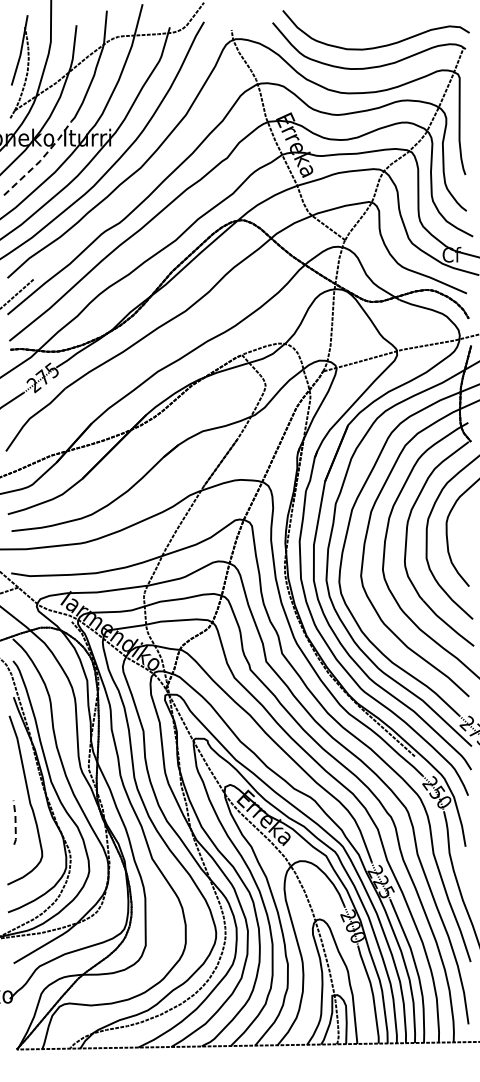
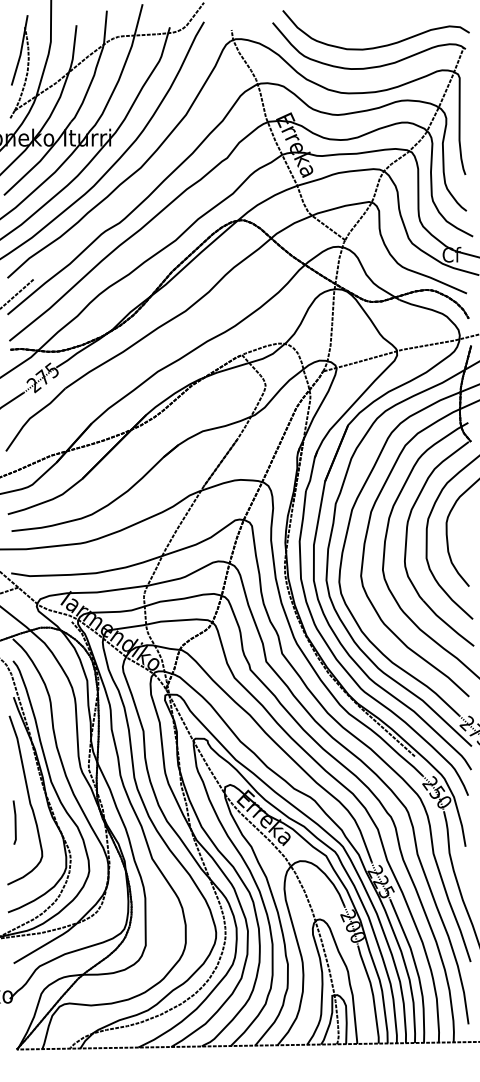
line at (40, 160): dashed -> solid
line at (15, 822): dashed -> solid
